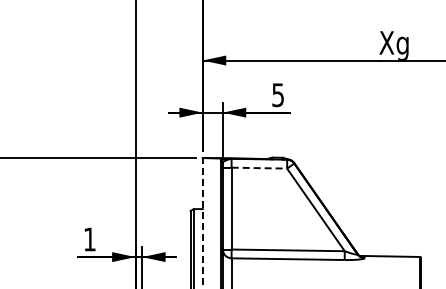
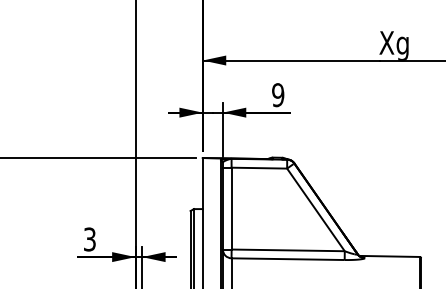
text at (278, 94): 5 -> 9
line at (259, 168): dashed -> solid
line at (202, 222): dashed -> solid
text at (89, 239): 1 -> 3
